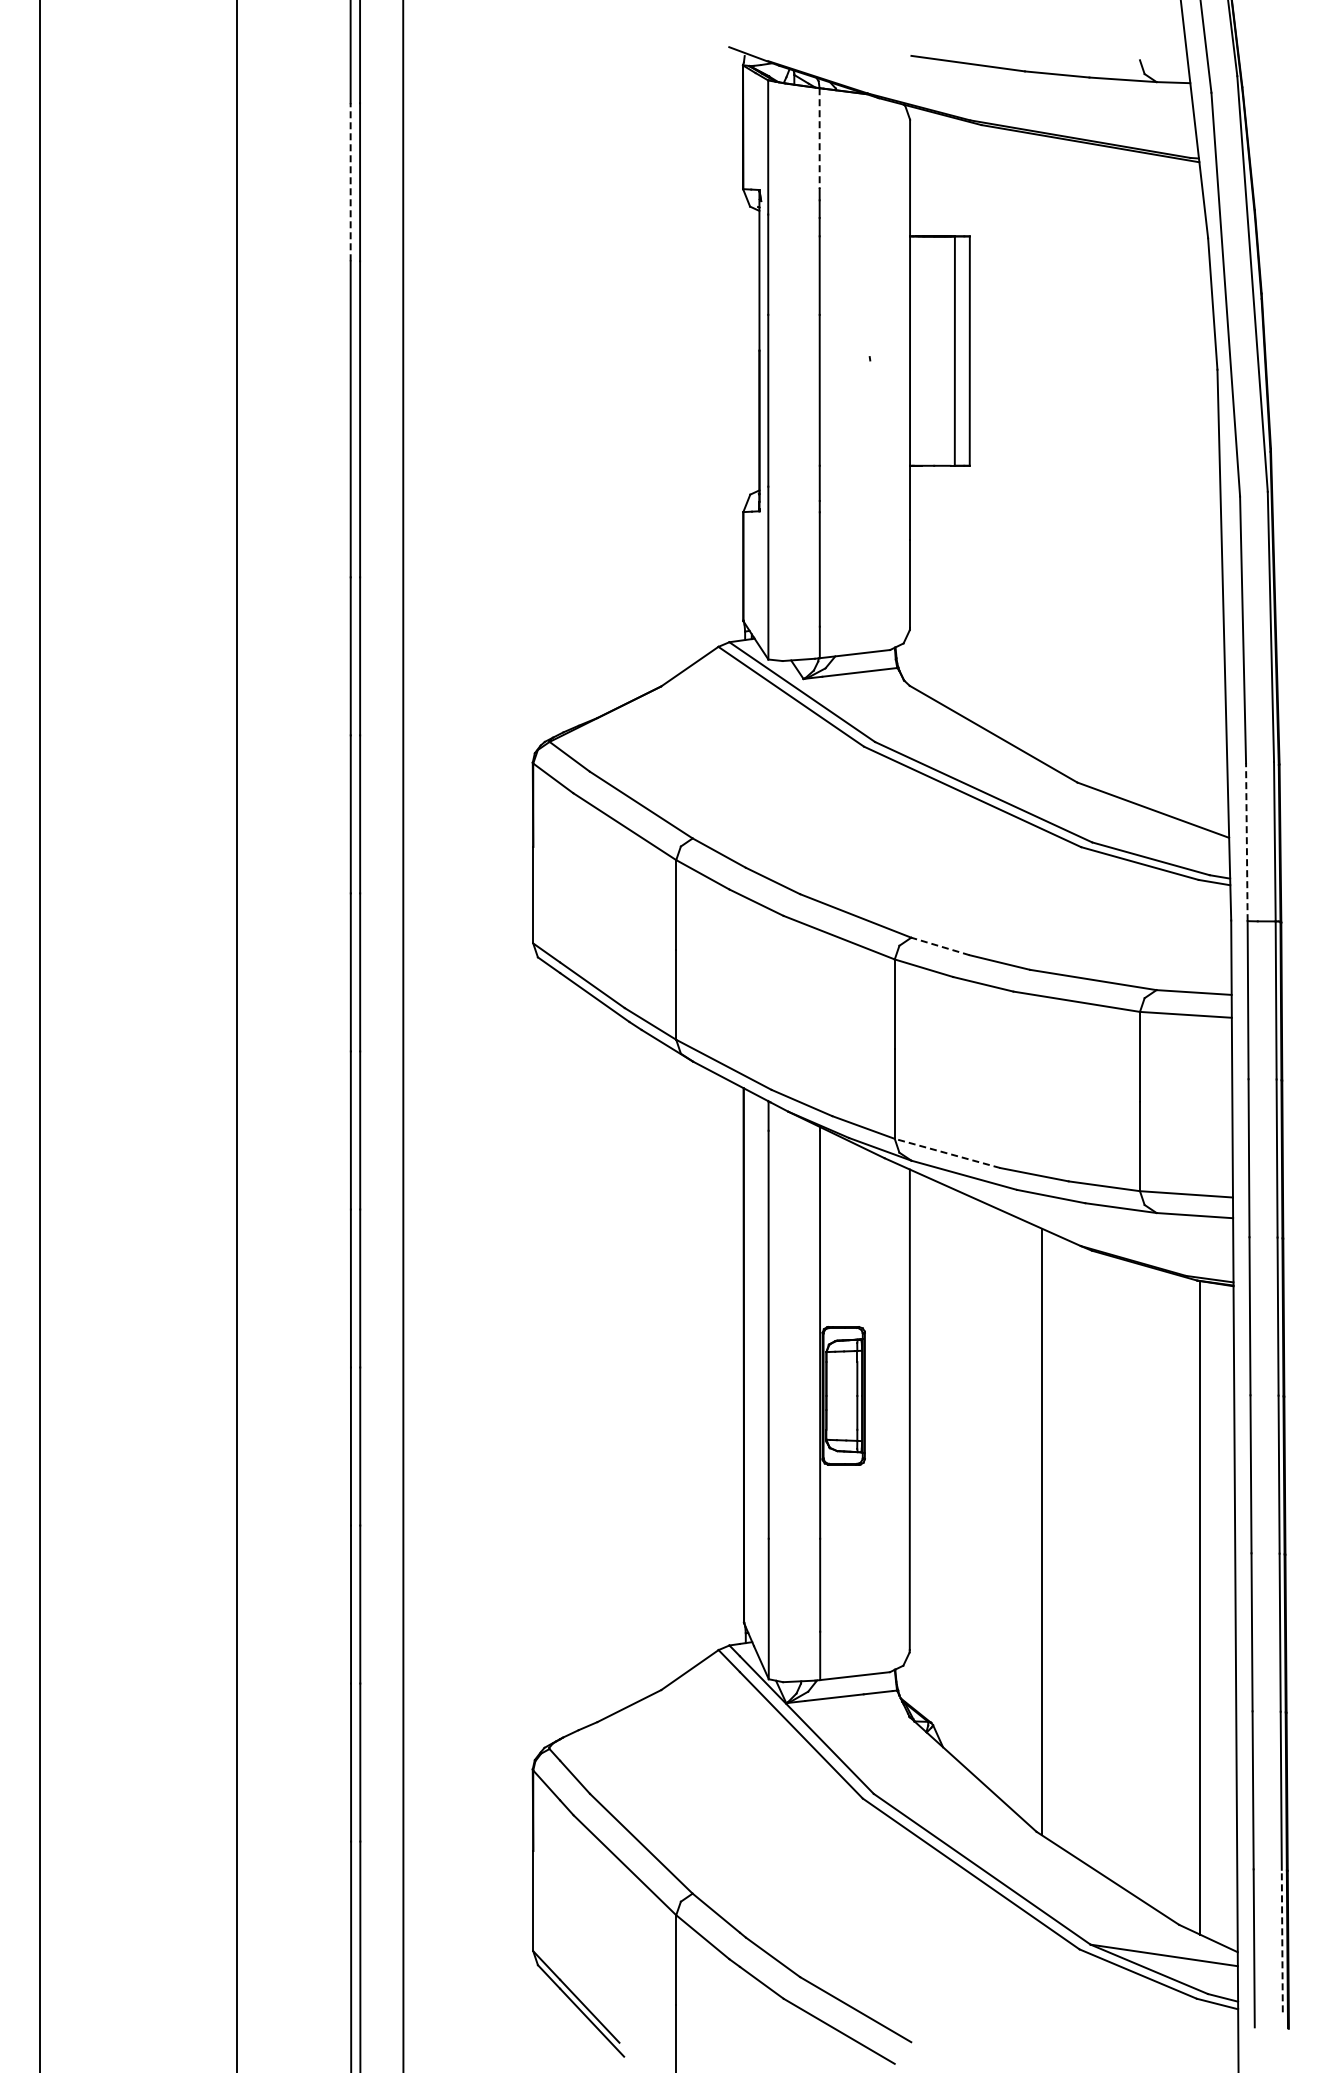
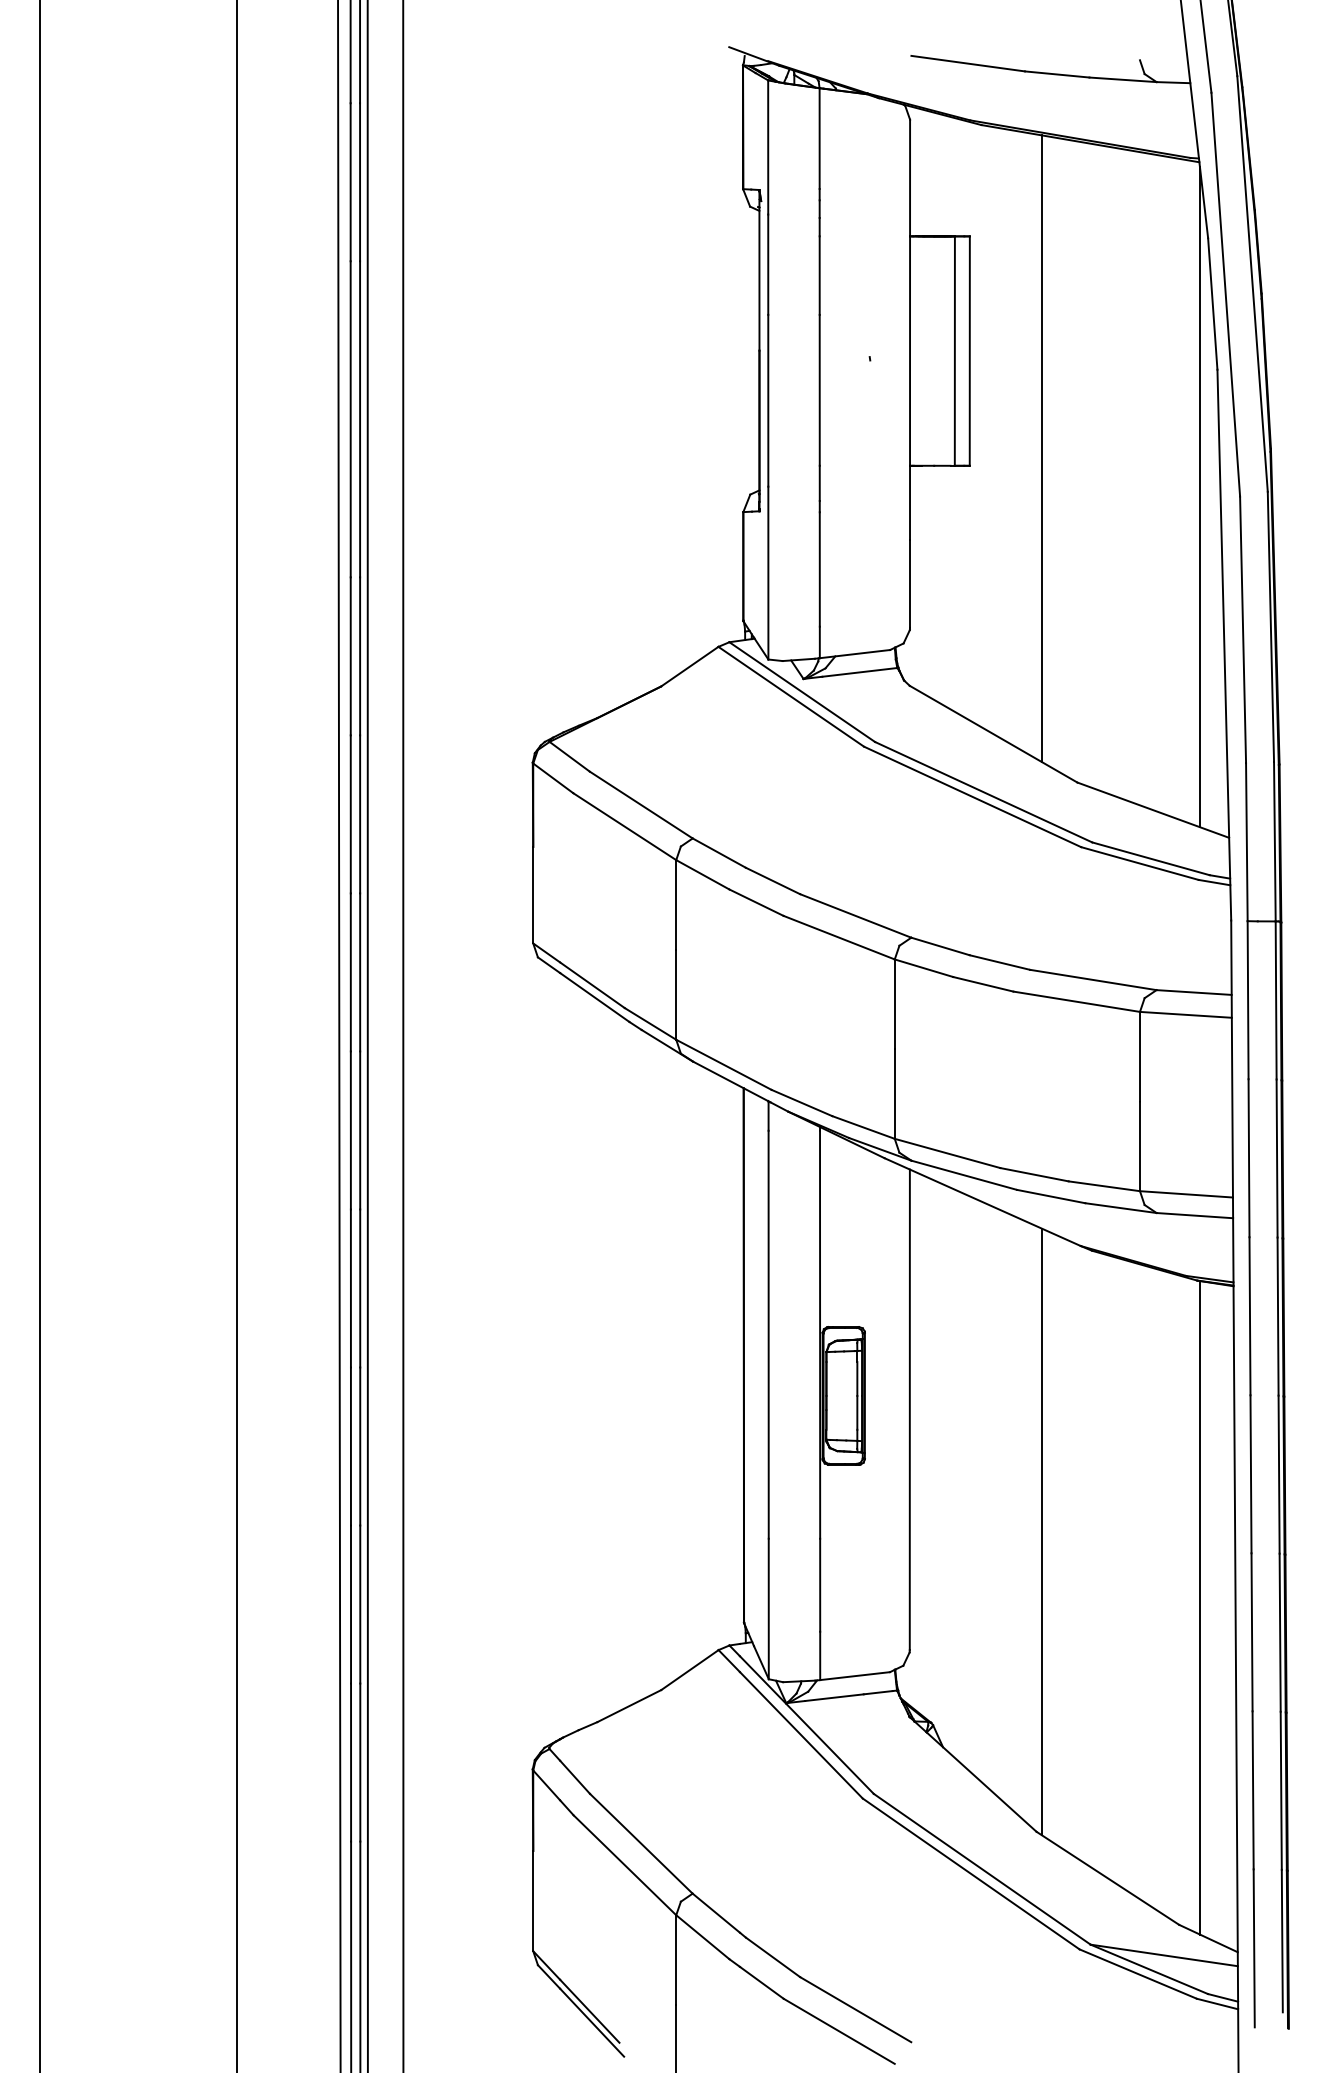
line at (819, 139): dashed -> solid
line at (350, 181): dashed -> solid
line at (1041, 448): none -> present
line at (1199, 497): none -> present
line at (1246, 841): dashed -> solid
line at (940, 946): dashed -> solid
line at (339, 1035): none -> present
line at (367, 1035): none -> present
line at (947, 1153): dashed -> solid
line at (1282, 1940): dashed -> solid
